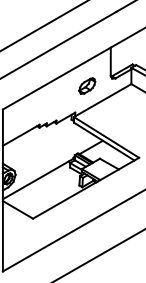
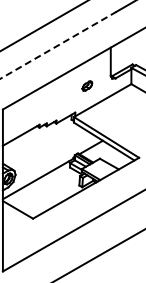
line at (58, 45): solid -> dashed
part at (87, 85) size: 19x18 px -> 13x12 px
